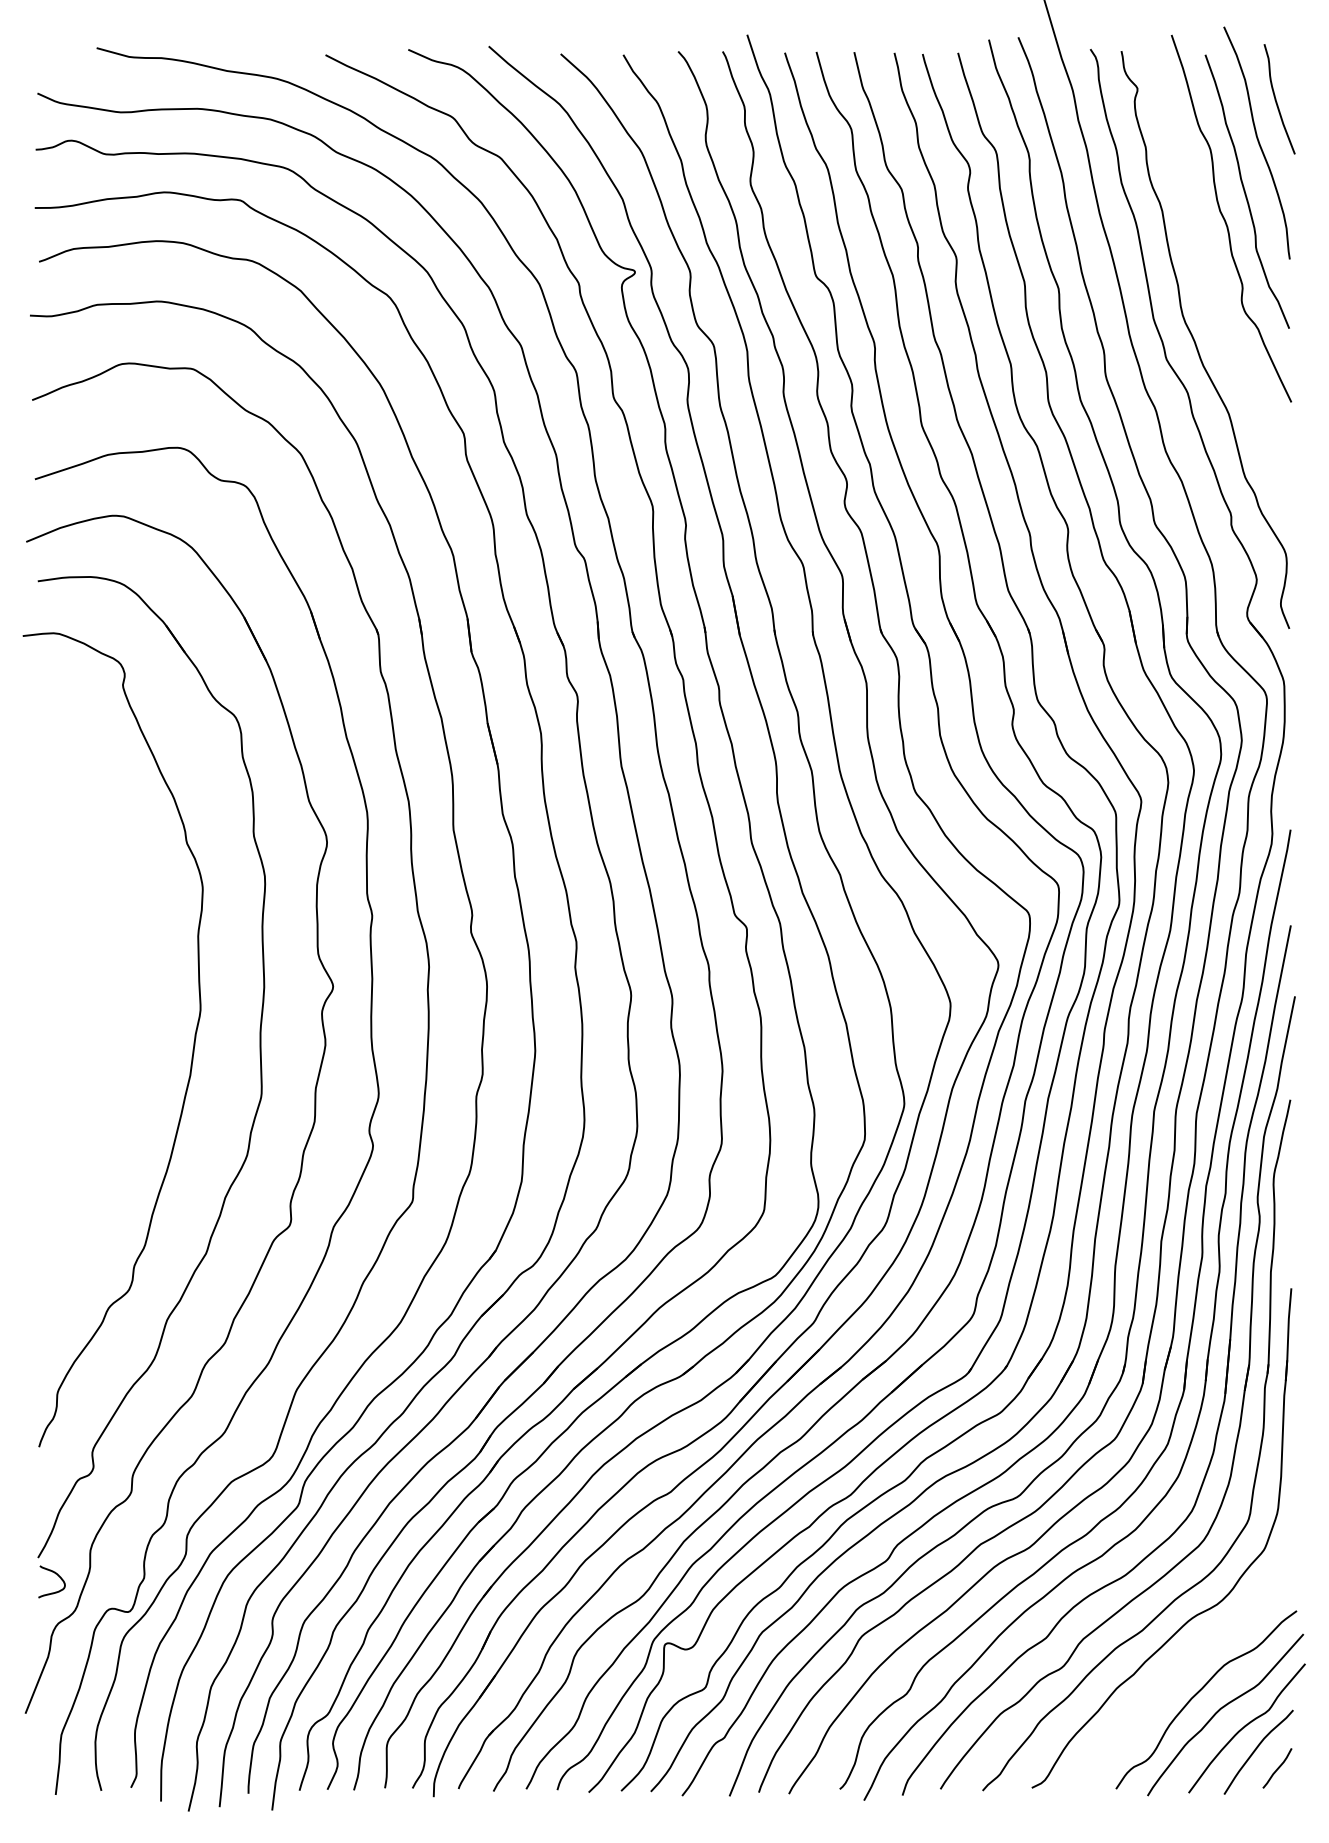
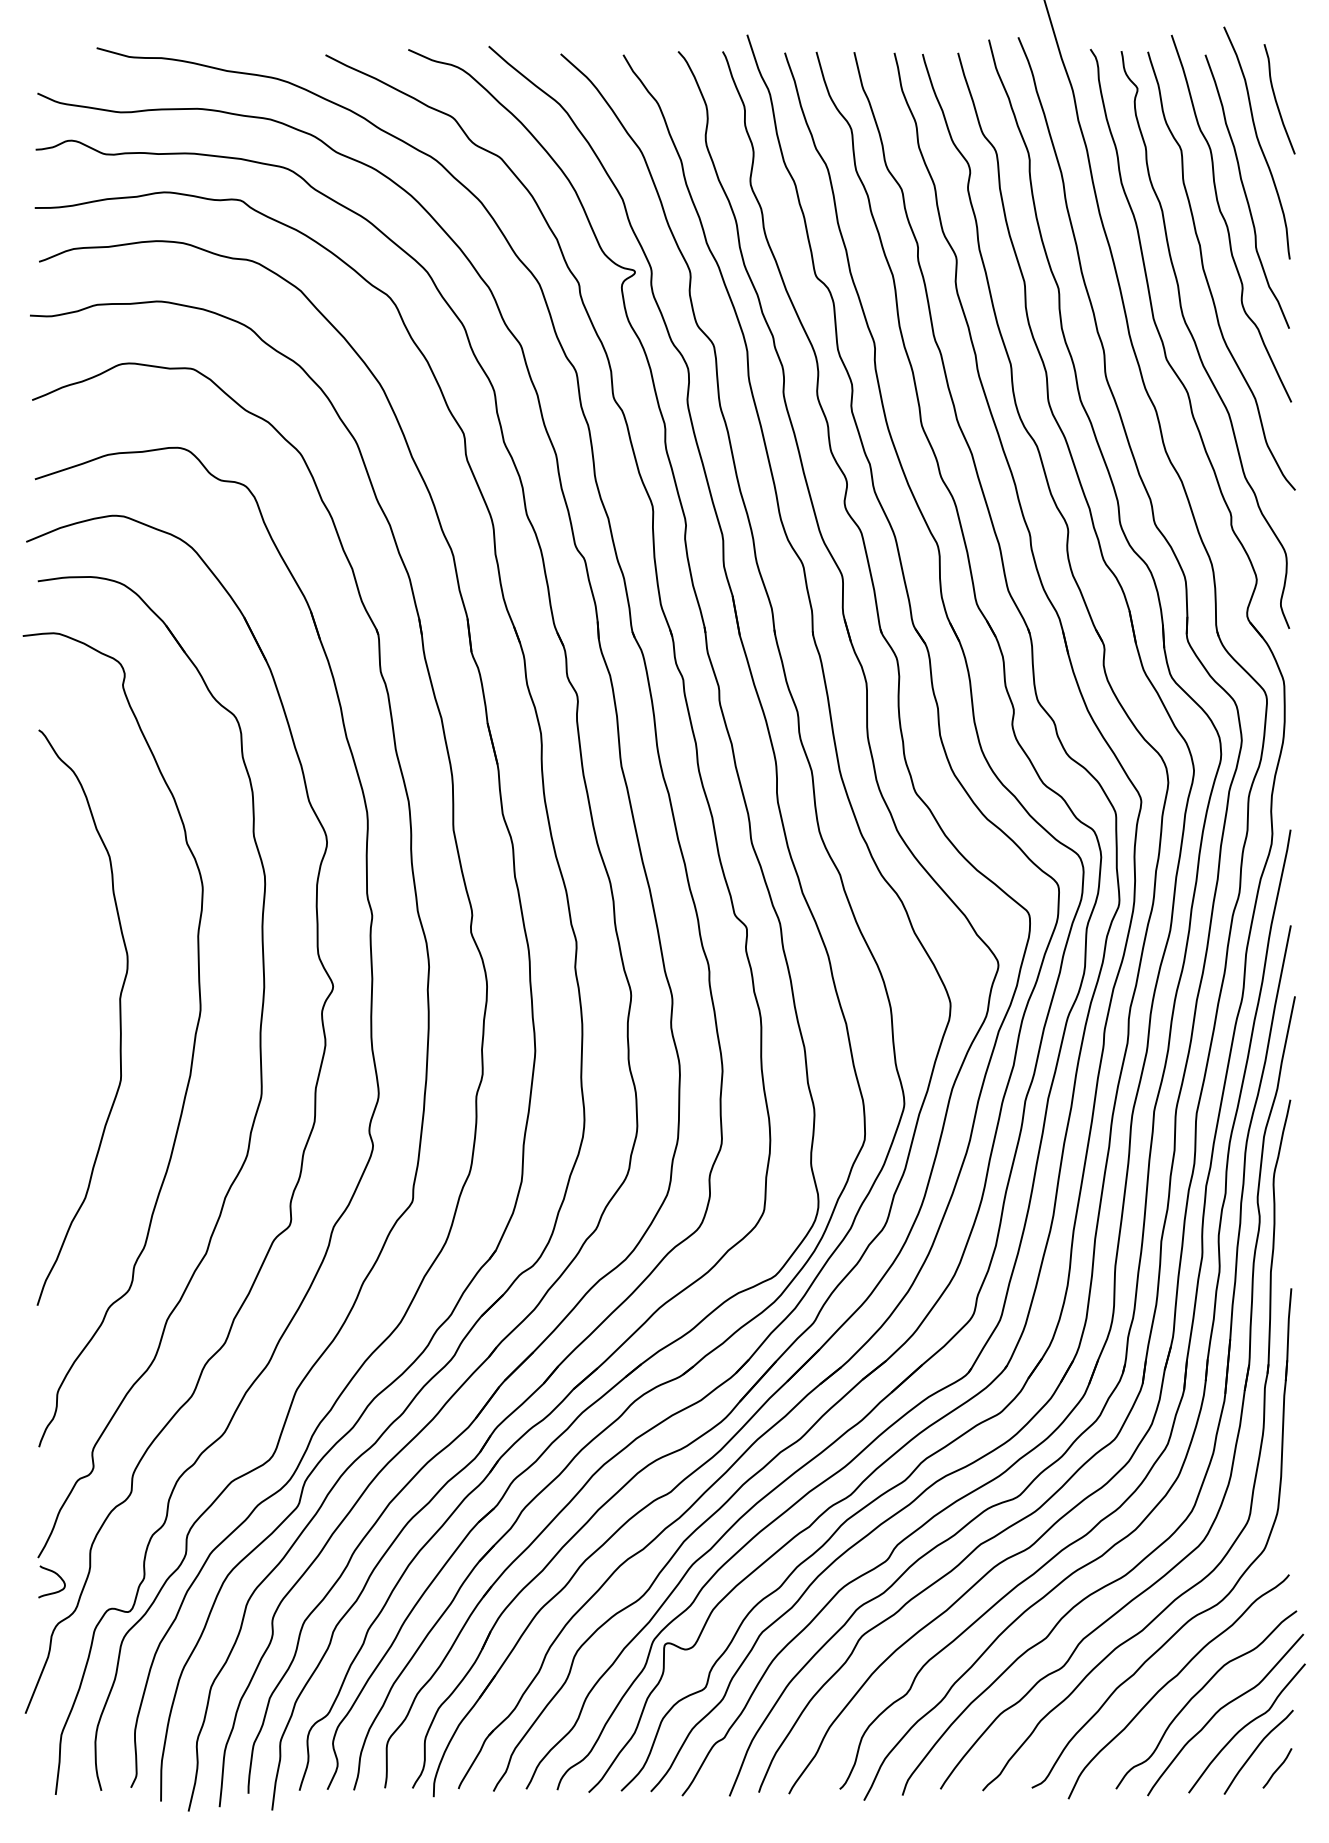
curve at (1206, 275): none -> present
curve at (119, 1017): none -> present
curve at (1172, 1680): none -> present
